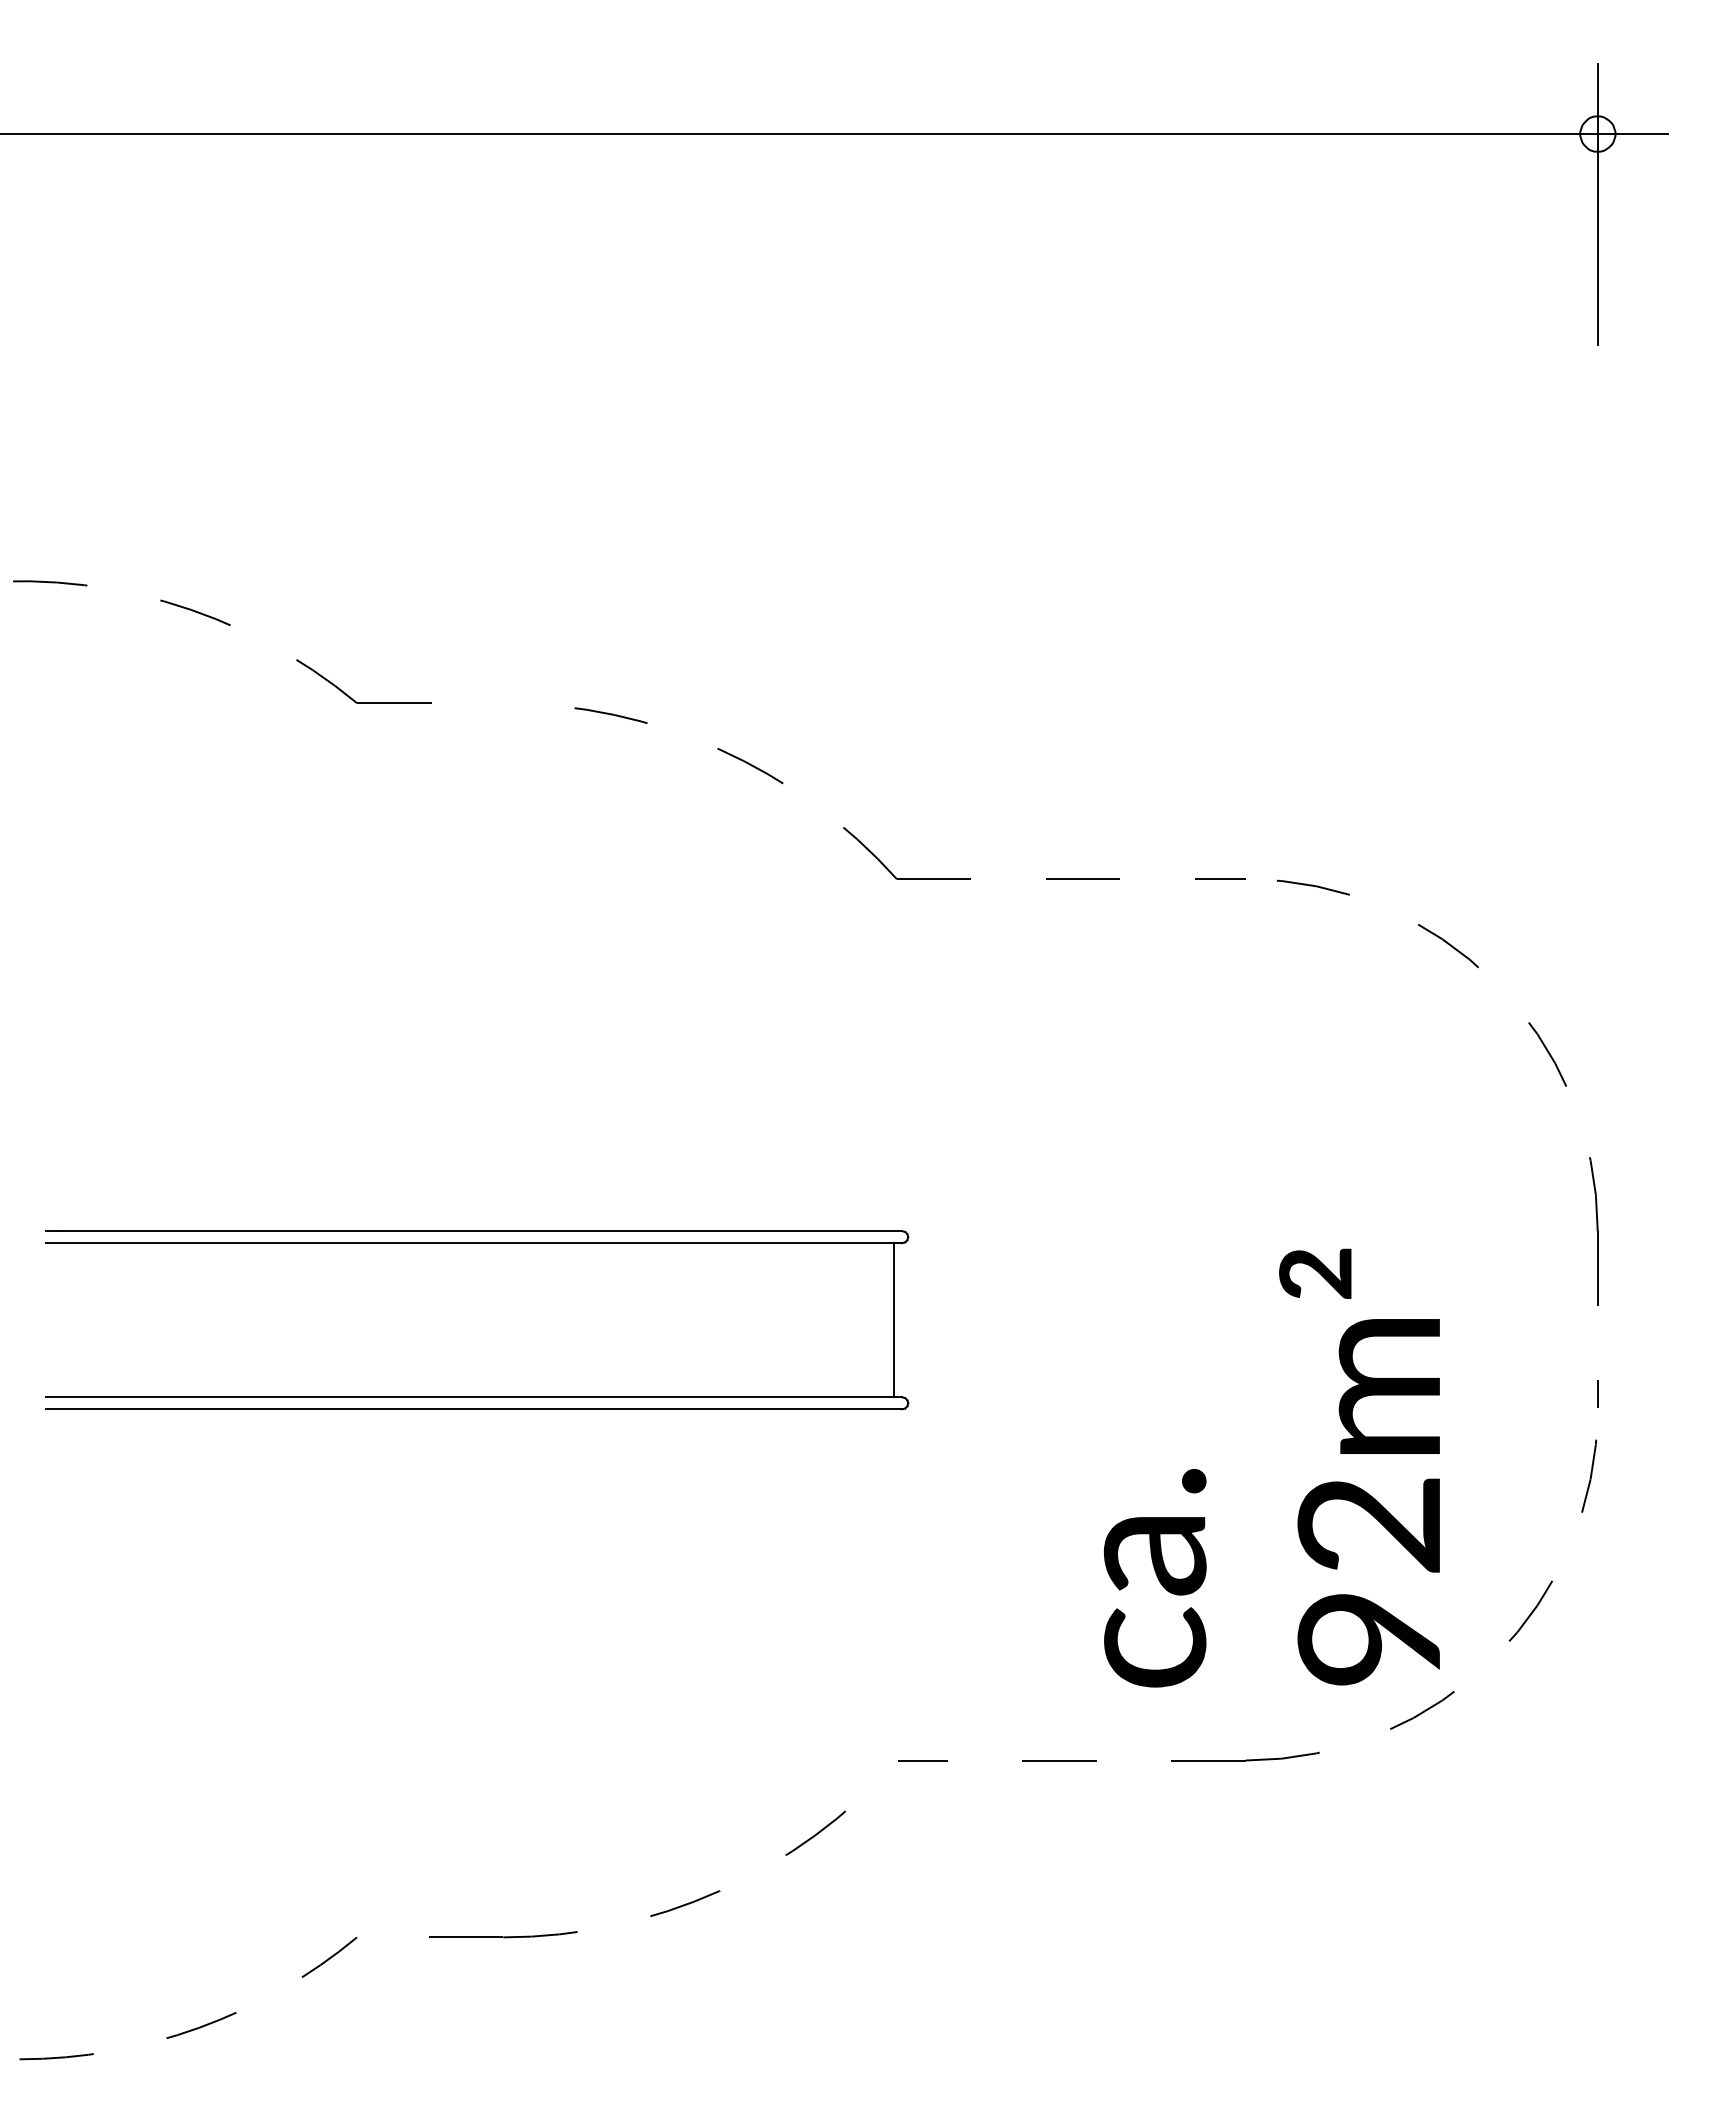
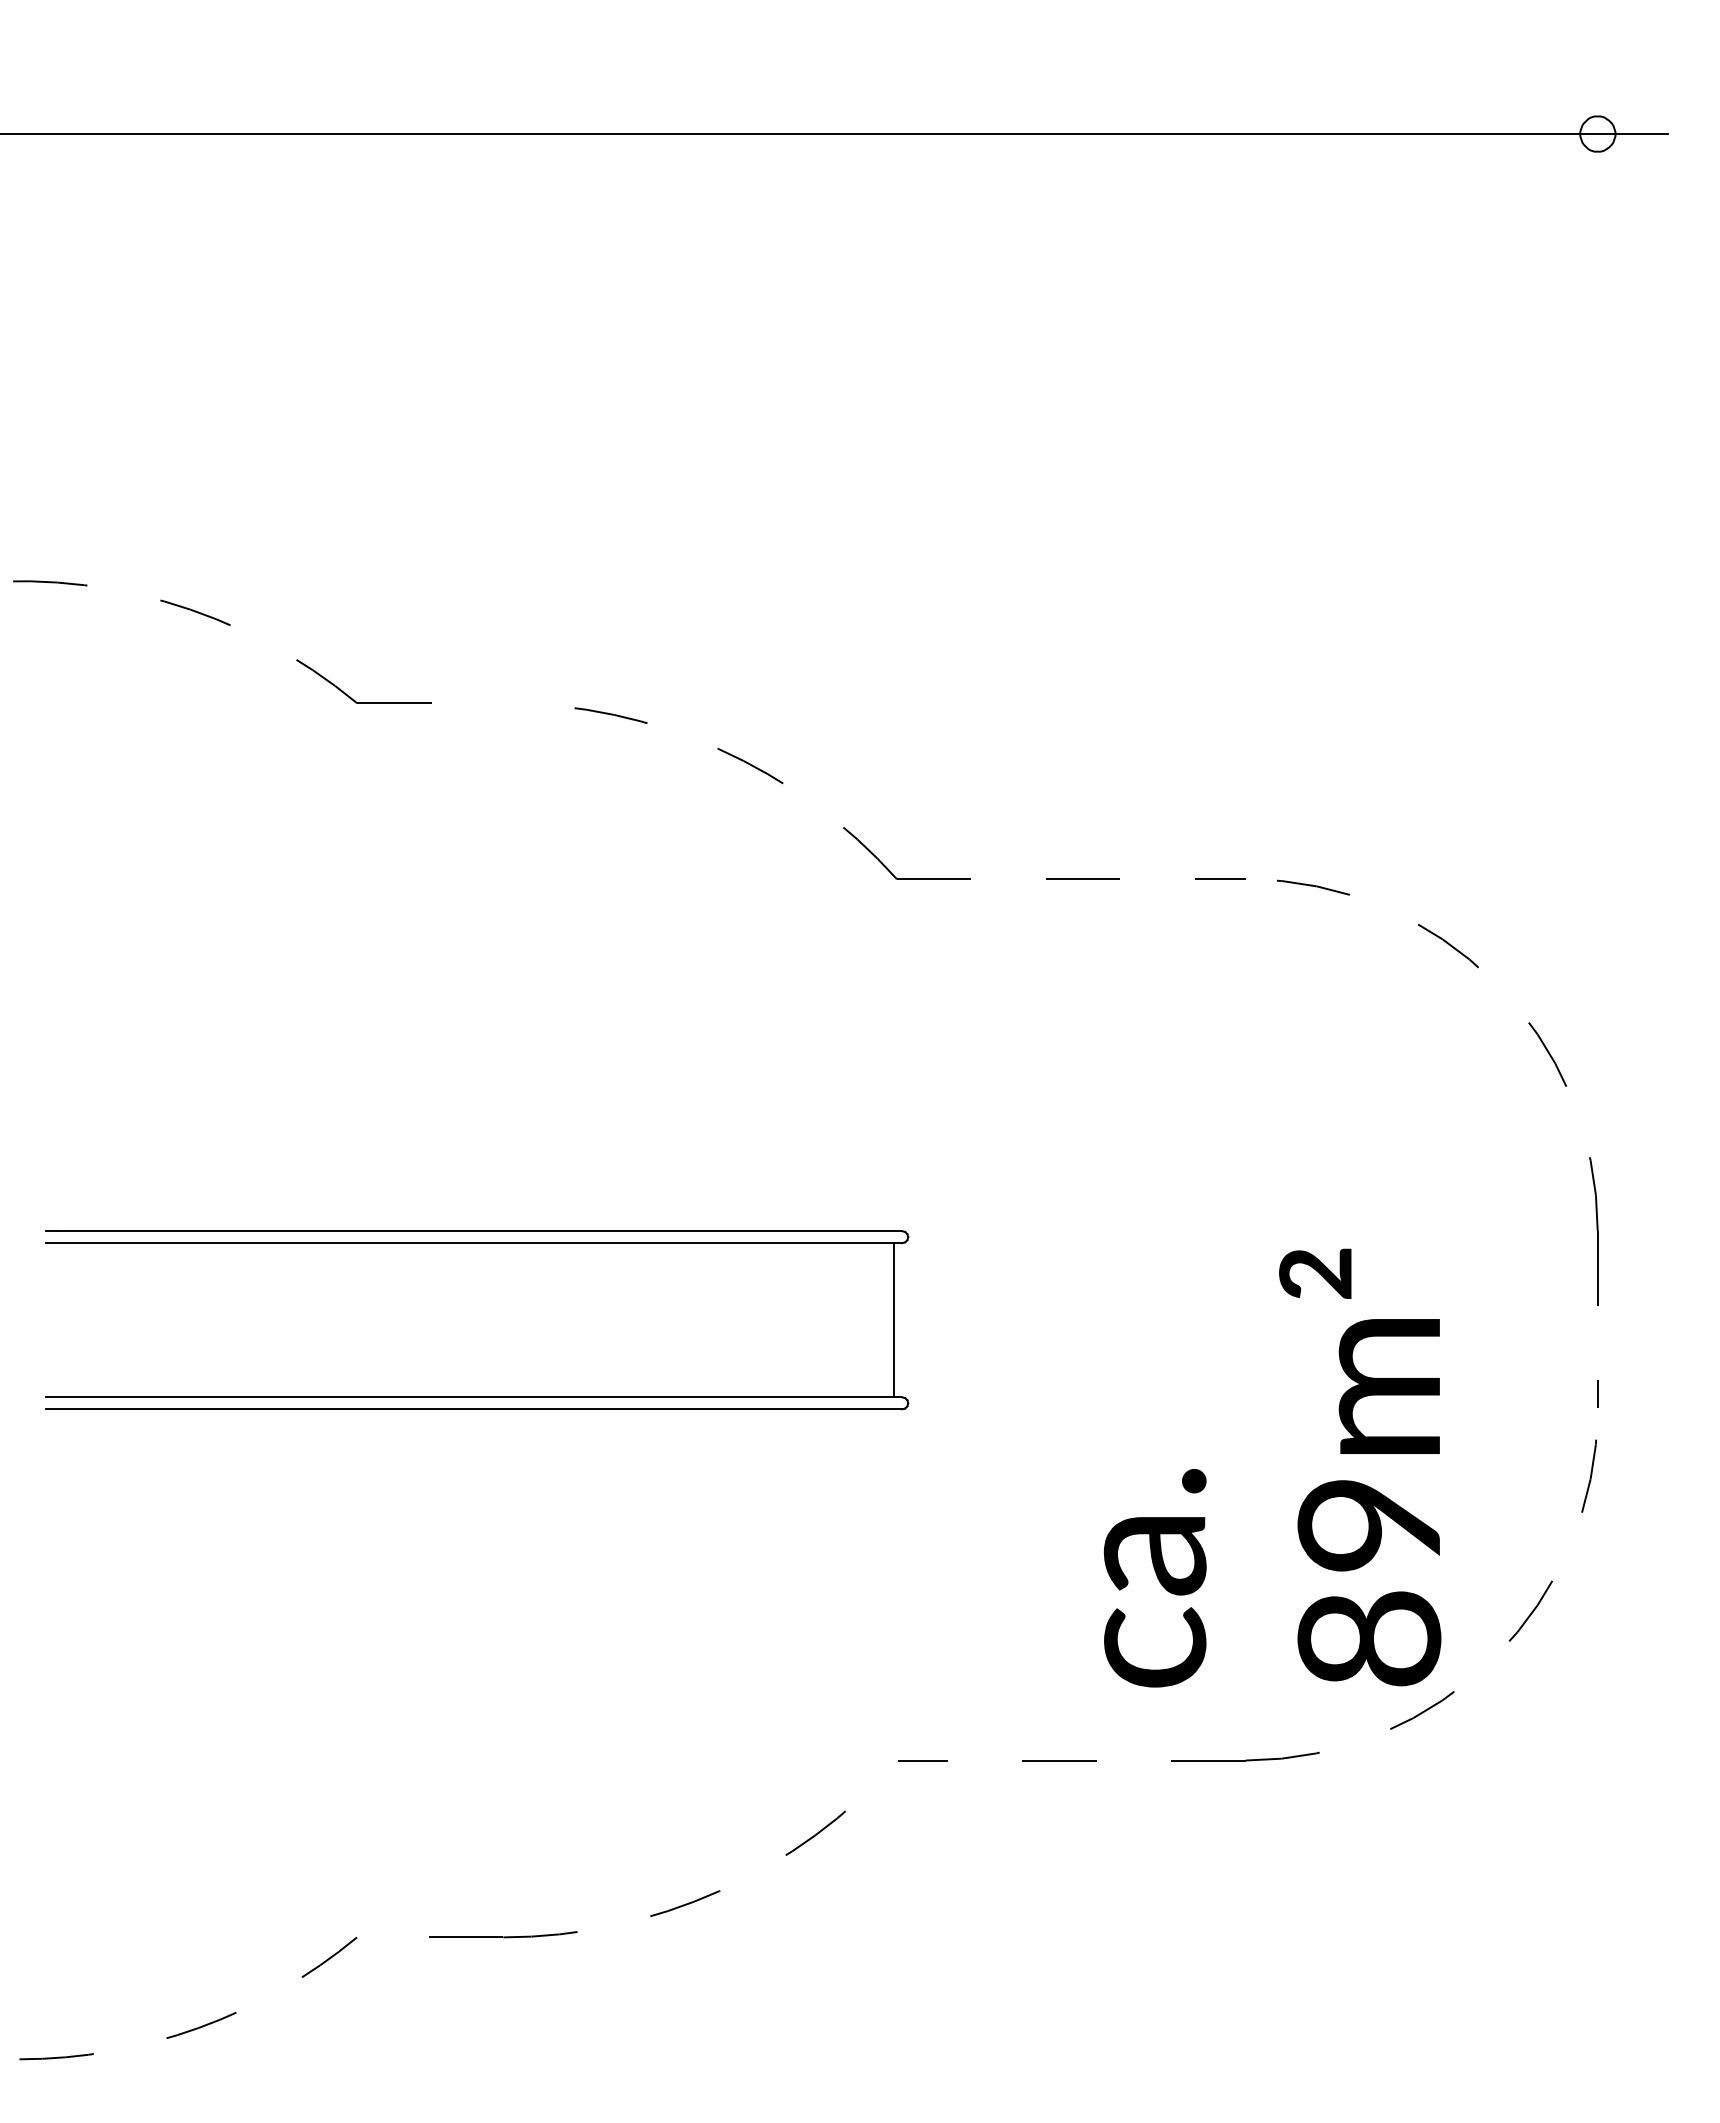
line at (1597, 204): present -> none
text at (1369, 1582): 92m² -> 89m²
